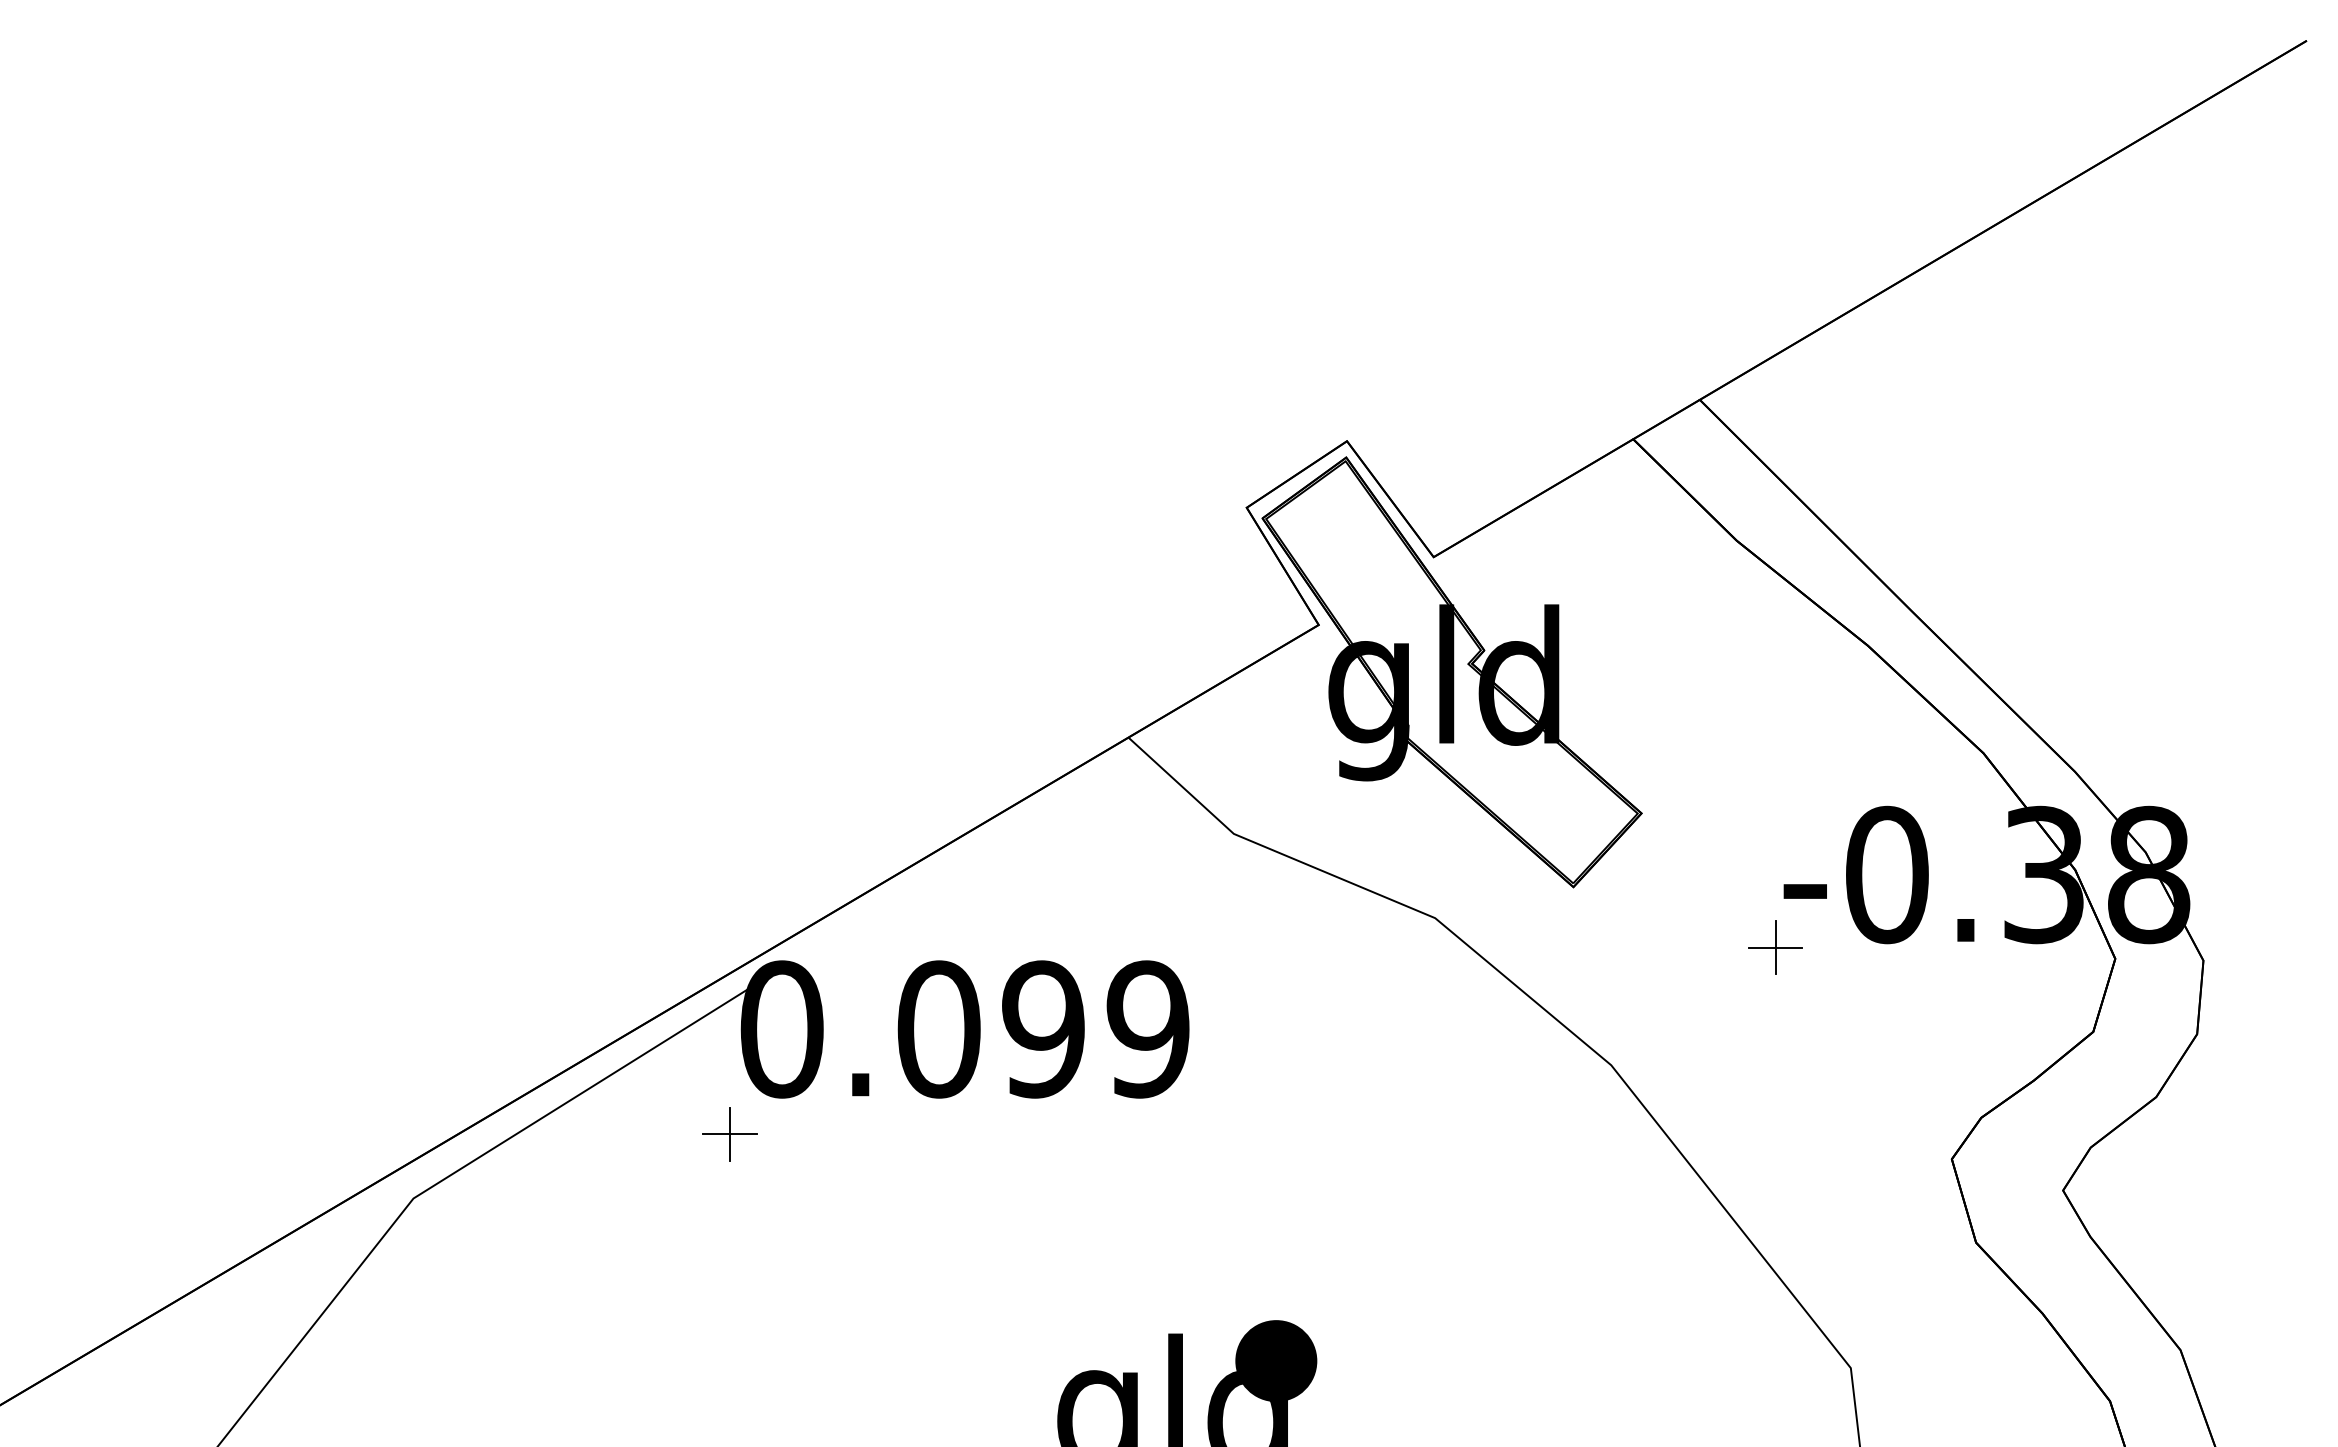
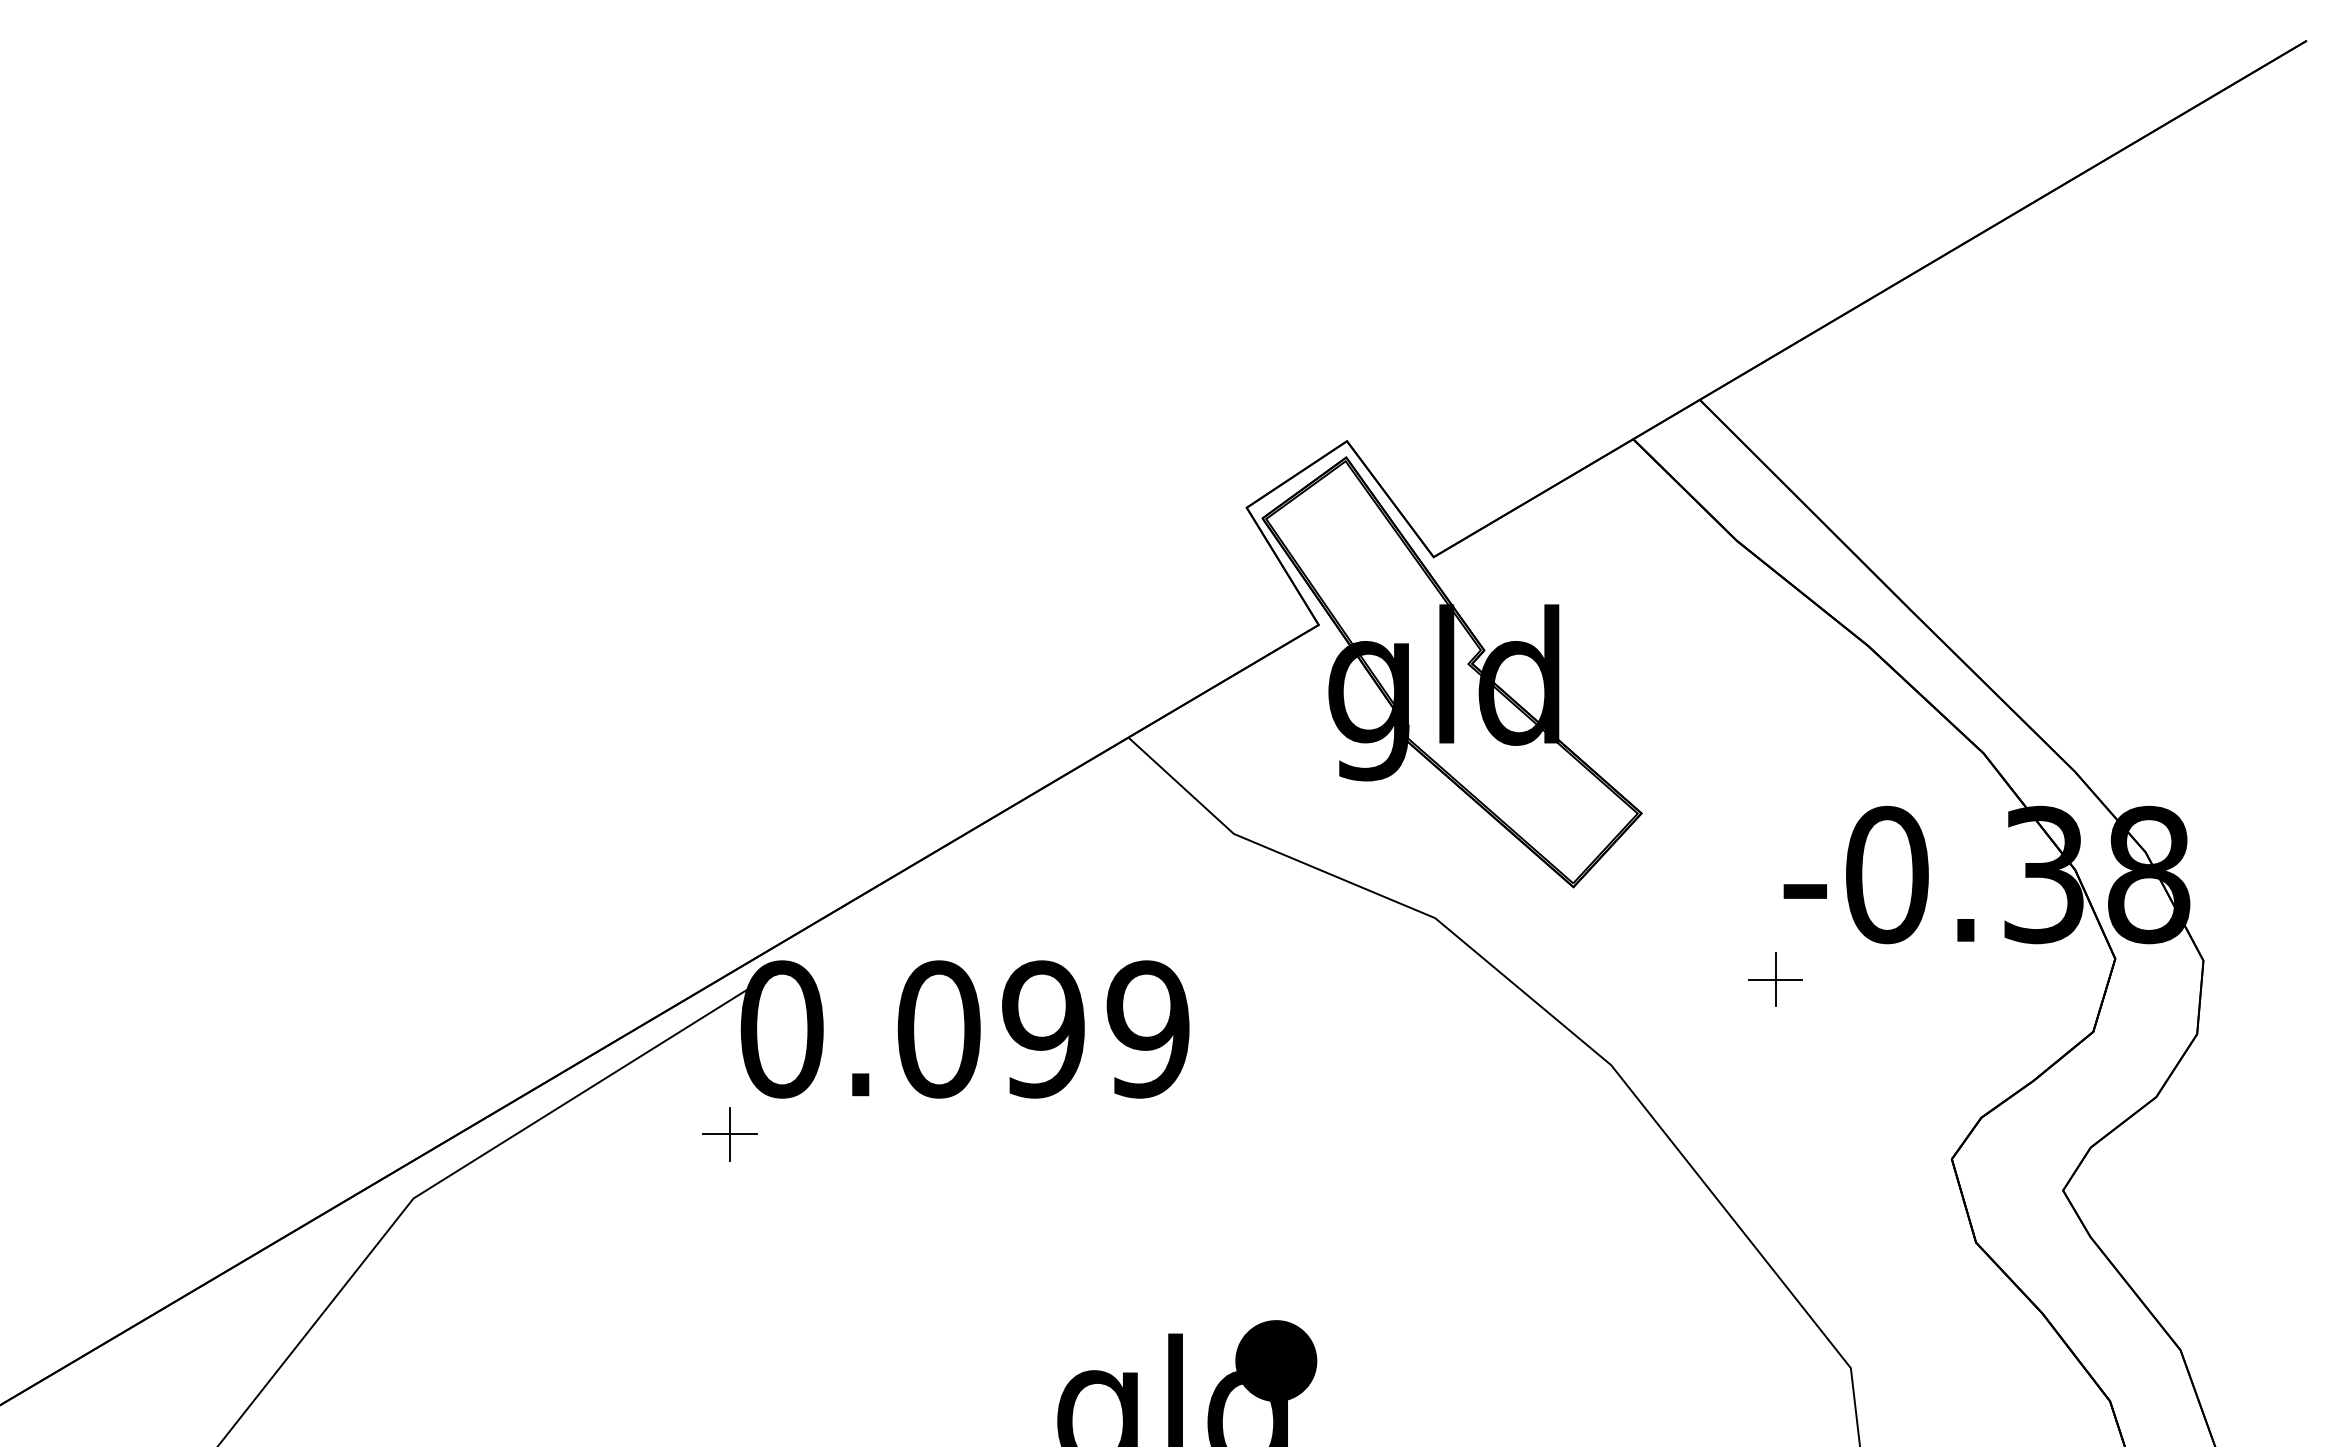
part at (1775, 947) position: (1775, 947) -> (1775, 979)
